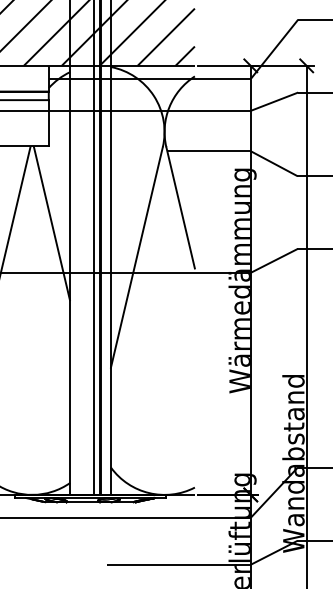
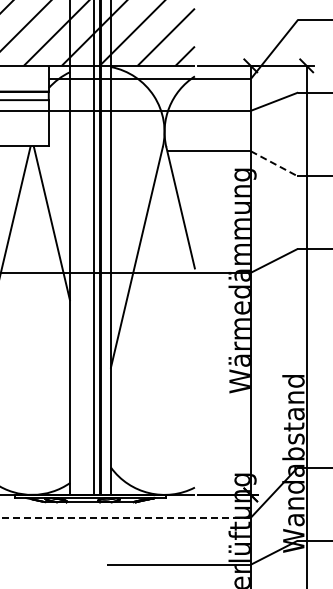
line at (274, 163): solid -> dashed
line at (125, 517): solid -> dashed
